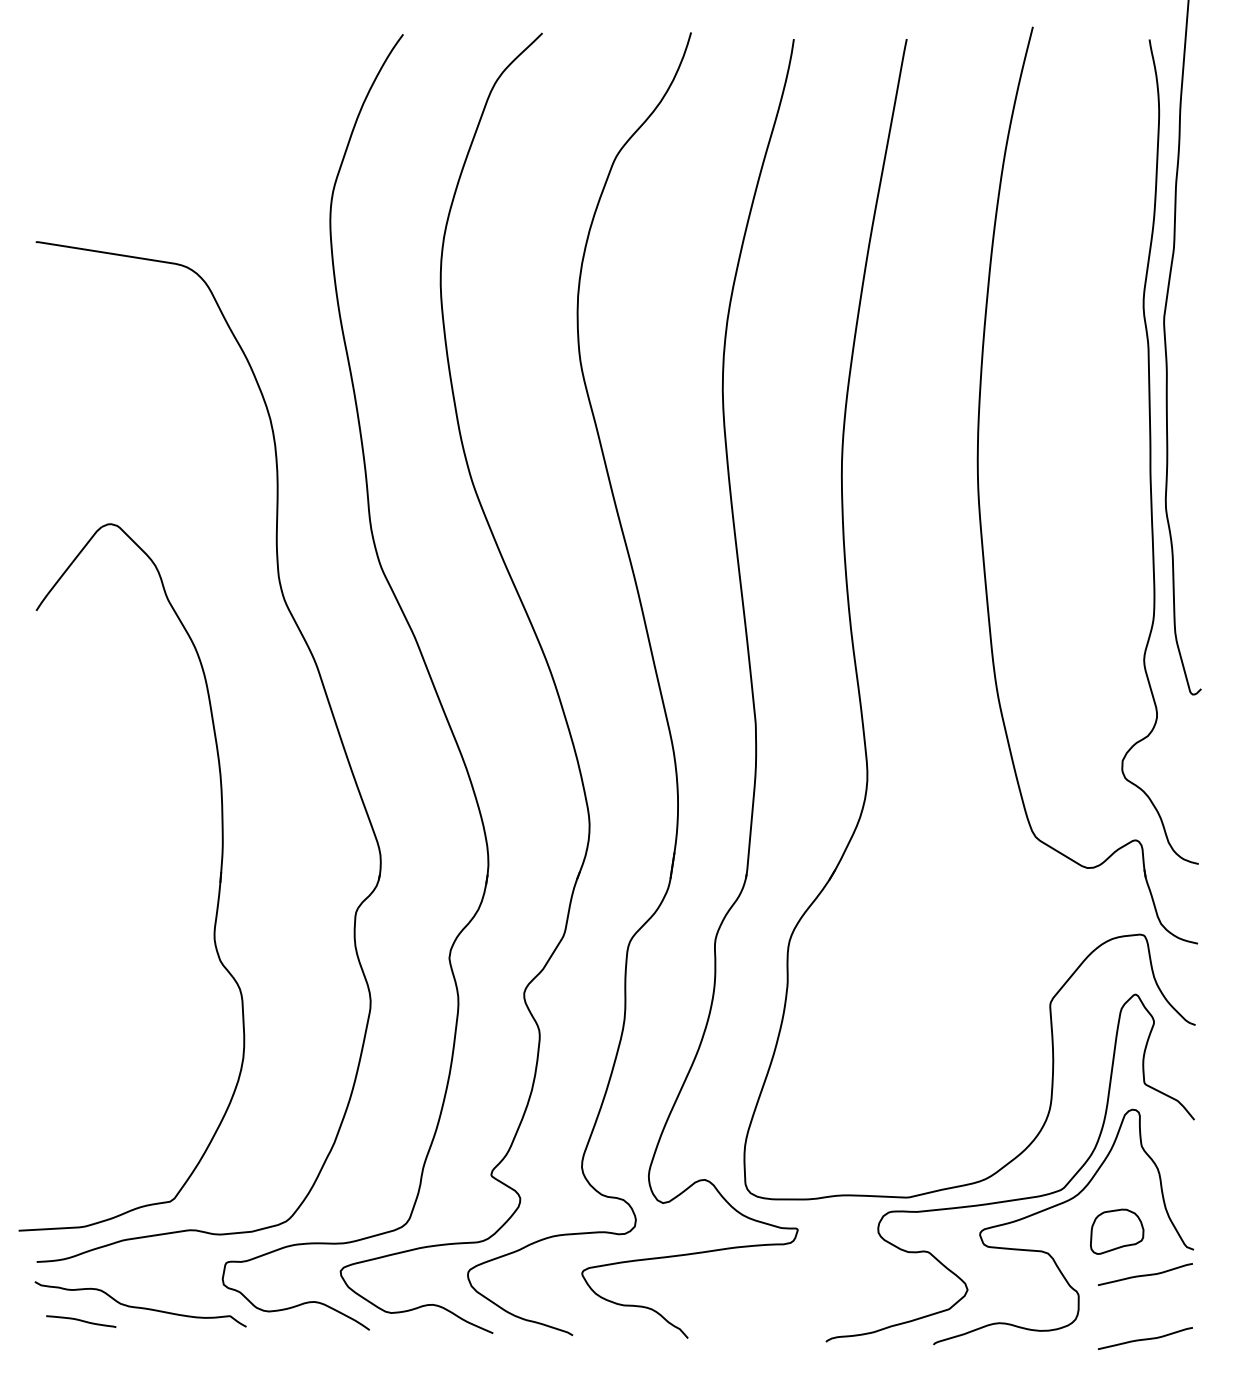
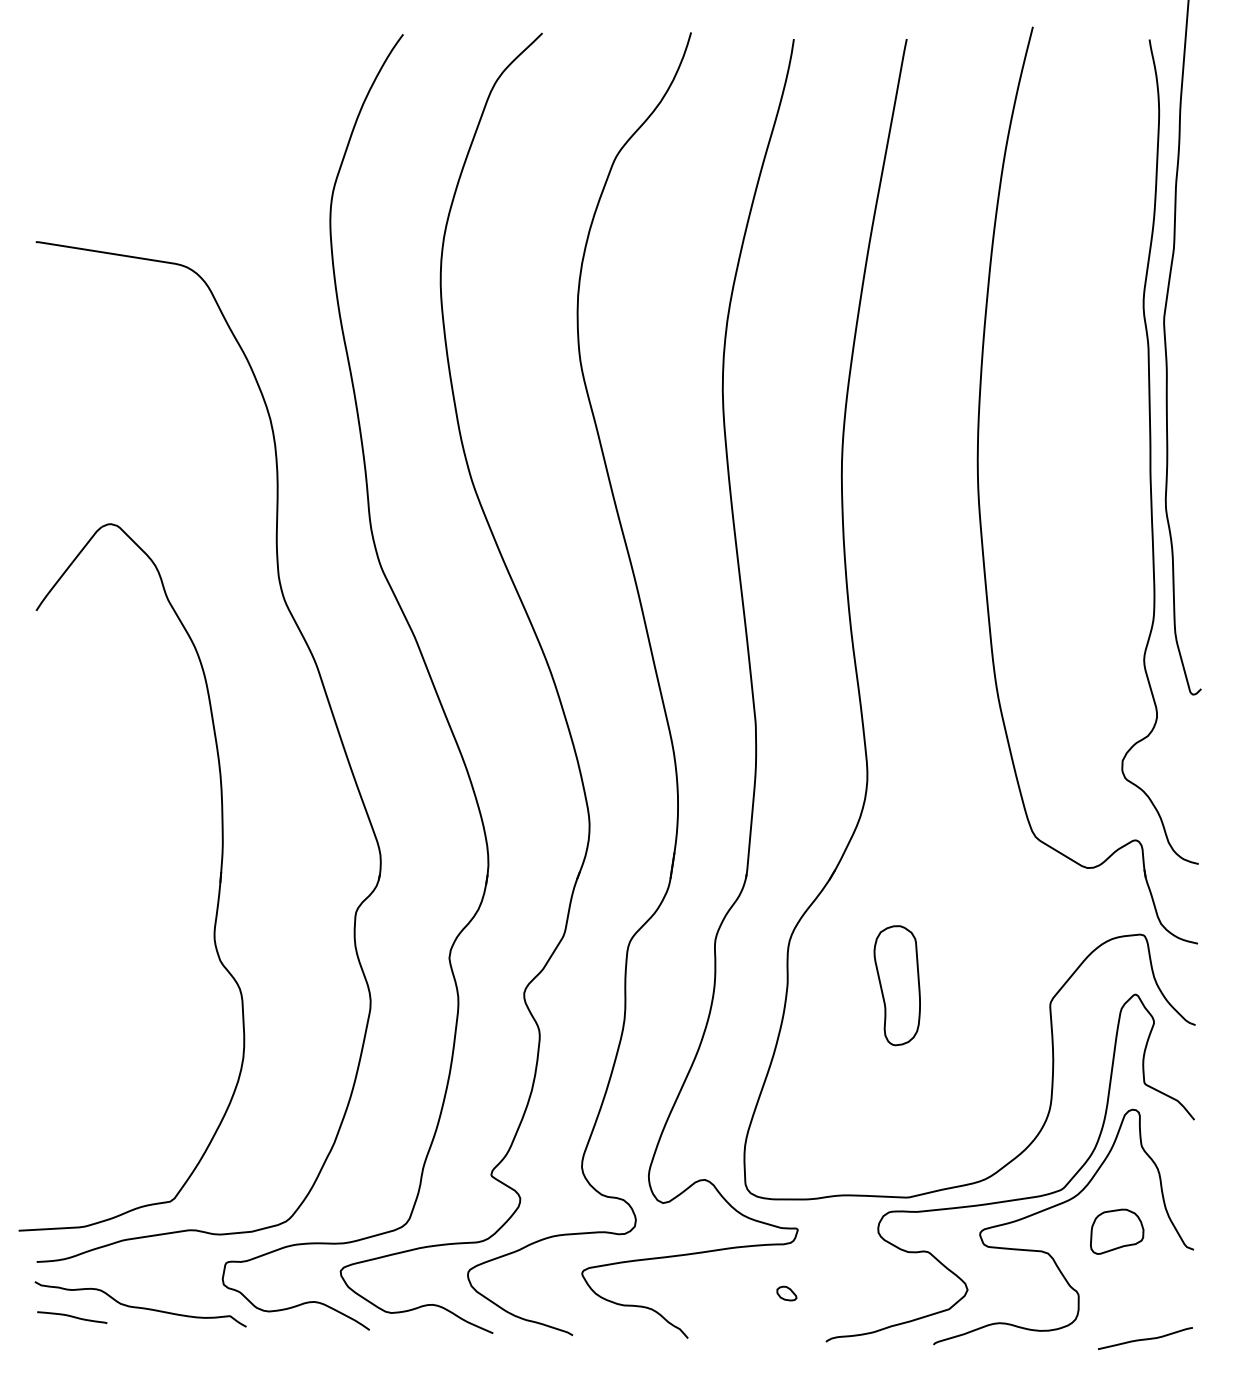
part at (896, 985): none -> present
curve at (1145, 1274): present -> none
part at (786, 1293): none -> present
curve at (81, 1321) position: (81, 1321) -> (72, 1317)
